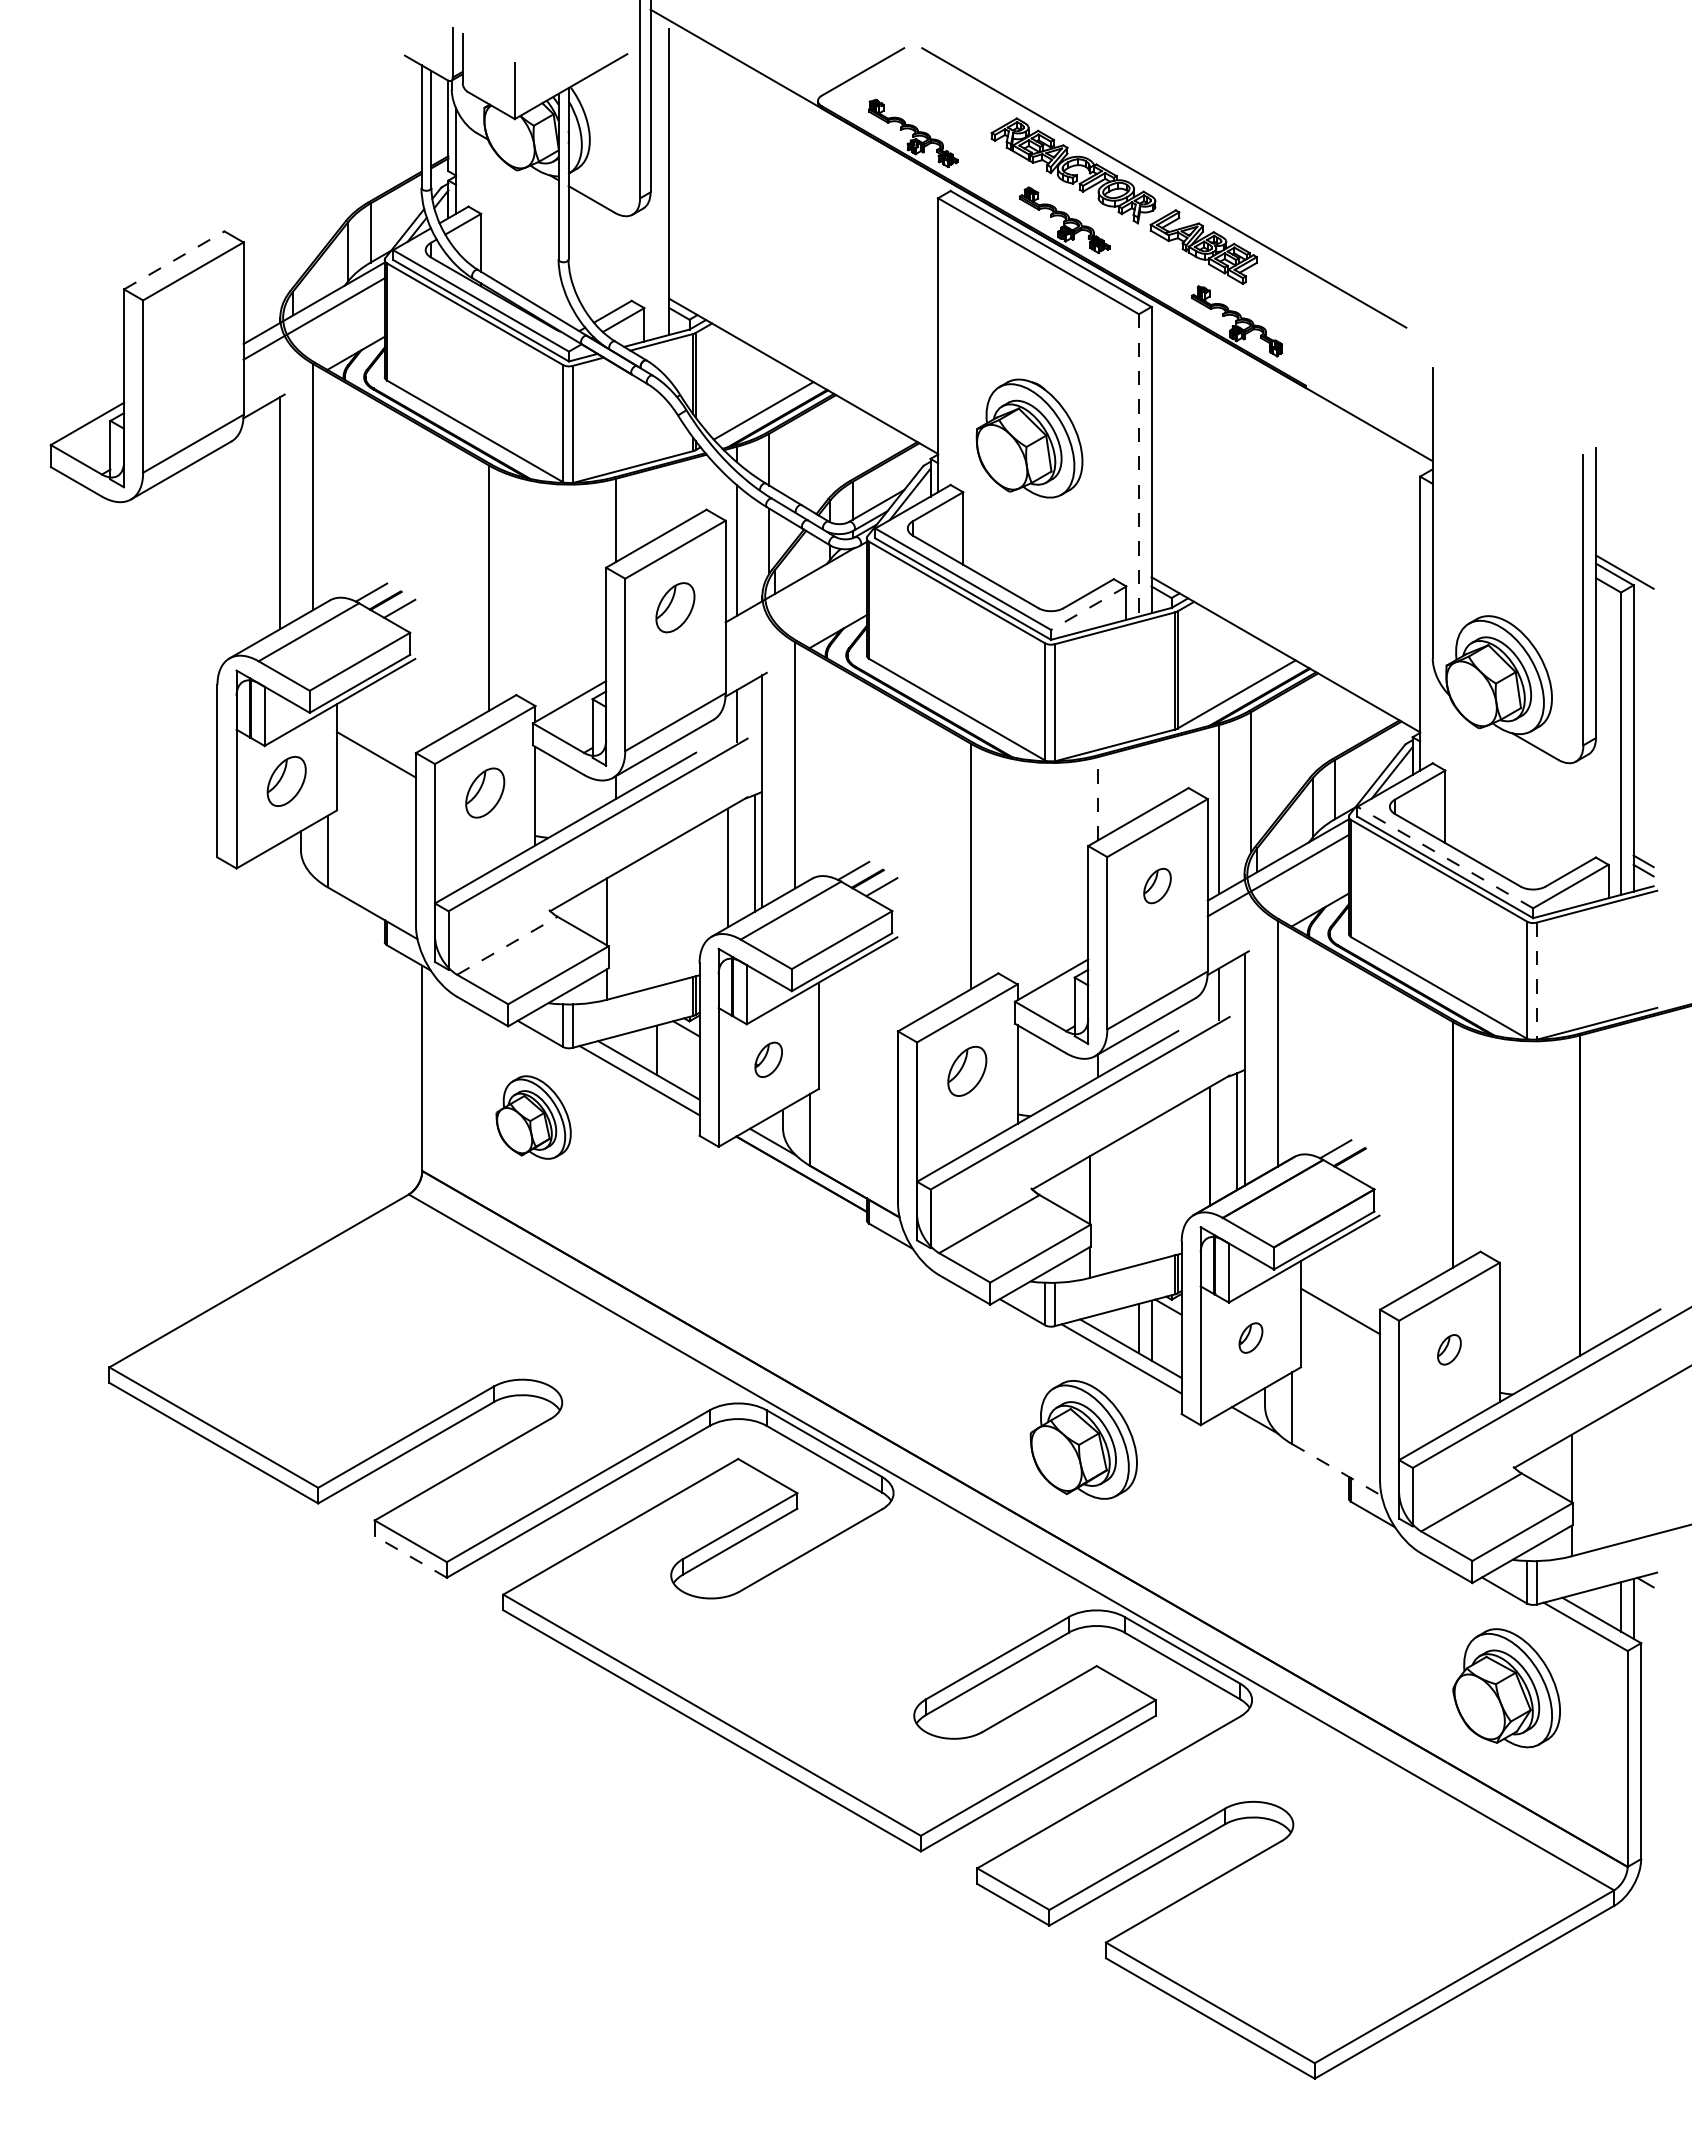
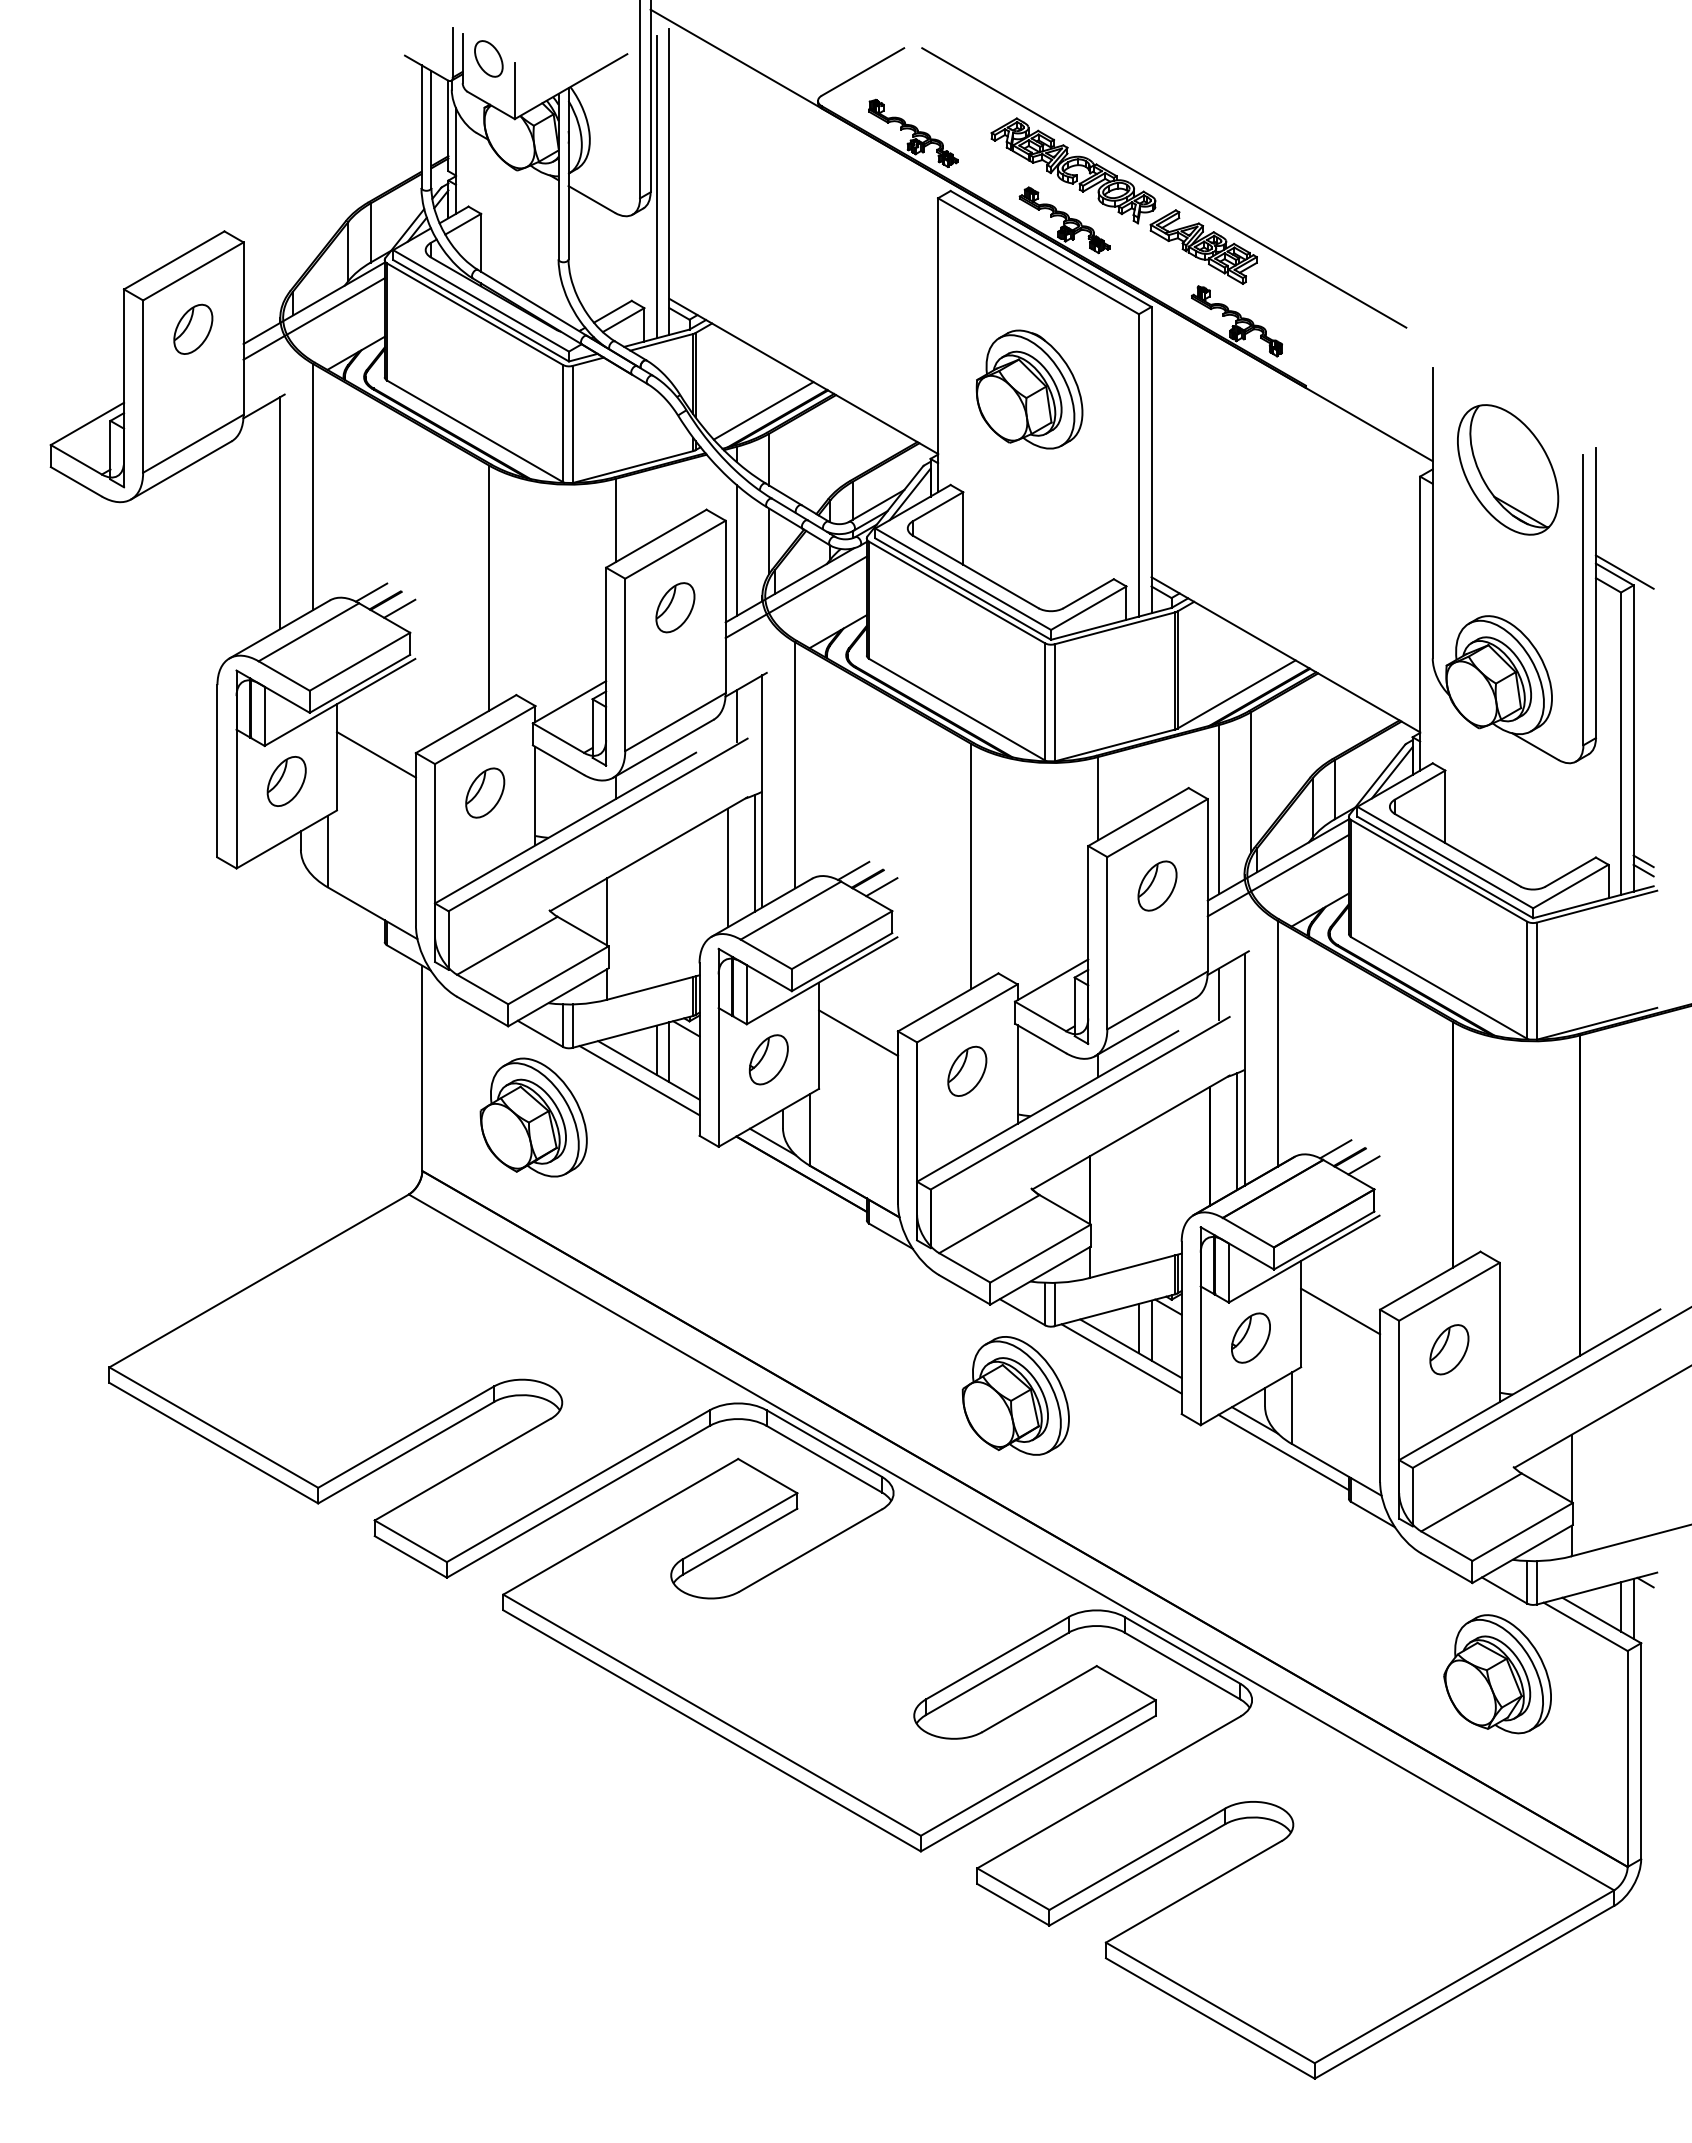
part at (488, 58): none -> present
line at (656, 186): none -> present
line at (174, 260): dashed -> solid
part at (193, 328): none -> present
part at (1029, 438) position: (1029, 438) -> (1029, 389)
line at (1138, 465): dashed -> solid
part at (1508, 469): none -> present
line at (795, 597): none -> present
line at (1088, 608): dashed -> solid
line at (1098, 798): dashed -> solid
line at (1444, 857): dashed -> solid
part at (1157, 885) size: 29x38 px -> 41x52 px
line at (507, 945): dashed -> solid
line at (1536, 981): dashed -> solid
line at (858, 1032): none -> present
line at (669, 1052): none -> present
part at (768, 1059) size: 29x37 px -> 41x52 px
part at (533, 1117) size: 77x85 px -> 109x121 px
line at (1363, 1165): none -> present
part at (1250, 1337) size: 26x32 px -> 40x52 px
part at (1449, 1349) size: 25x32 px -> 41x52 px
part at (1083, 1439) position: (1083, 1439) -> (1015, 1395)
line at (1283, 1452): none -> present
line at (1336, 1469): dashed -> solid
line at (410, 1556): dashed -> solid
part at (1506, 1688) position: (1506, 1688) -> (1497, 1674)
